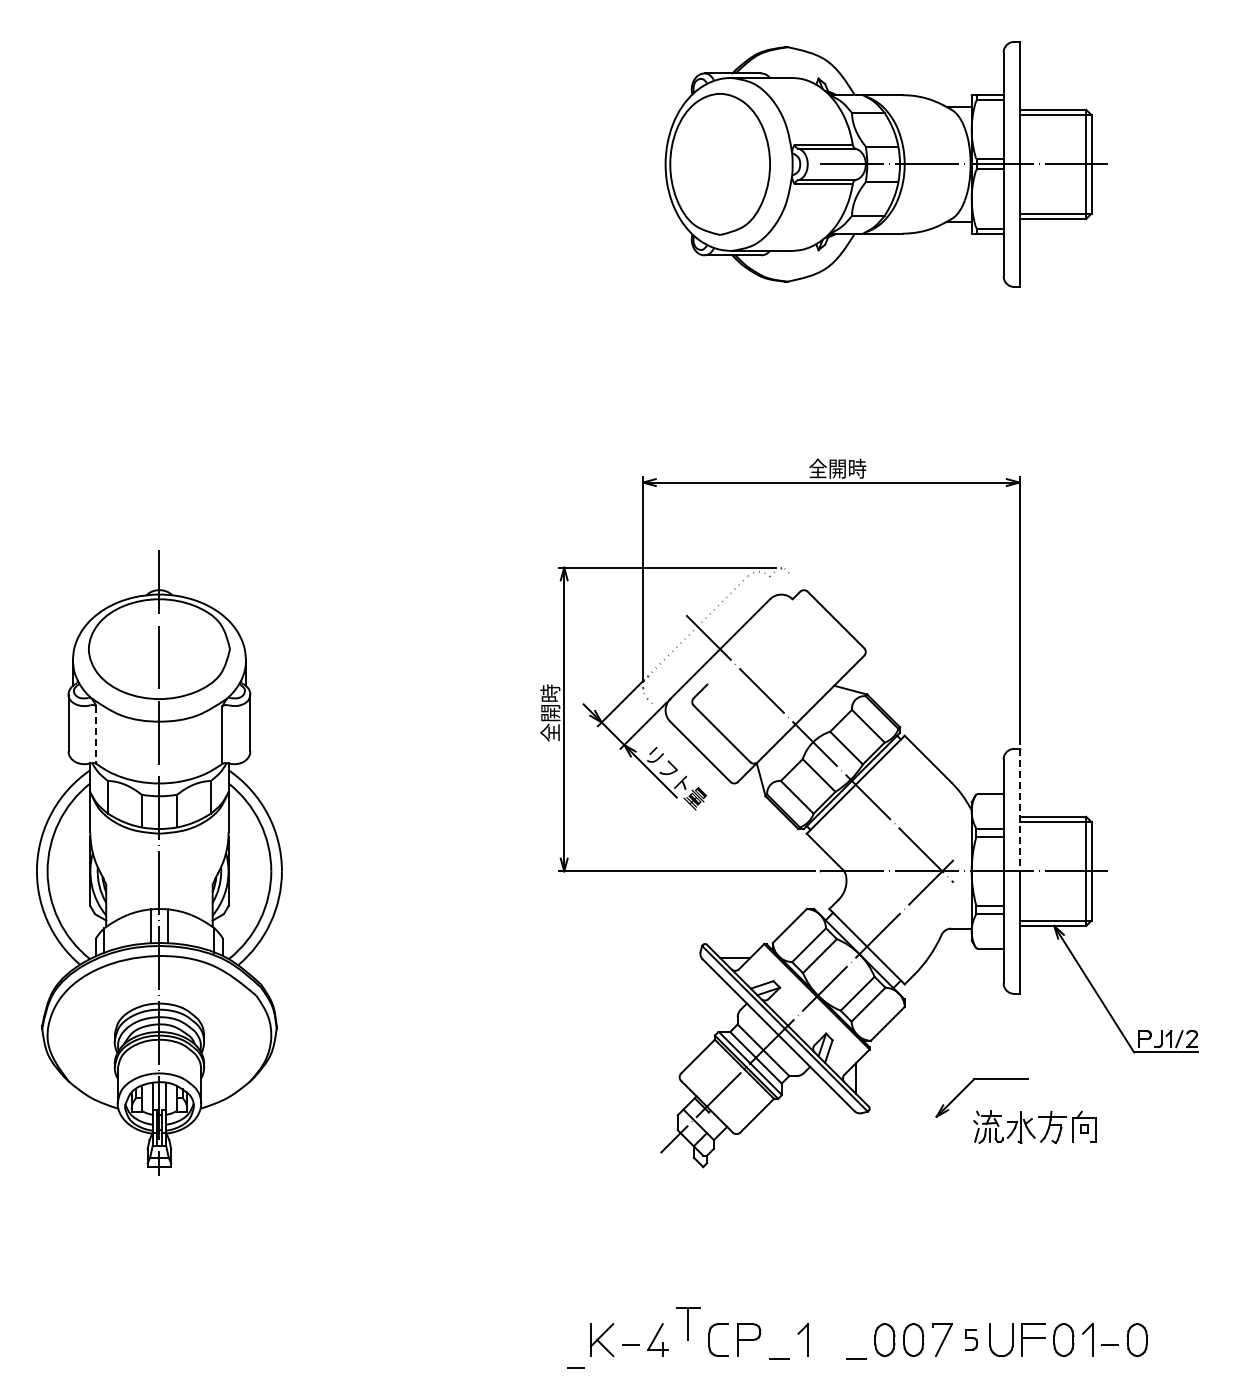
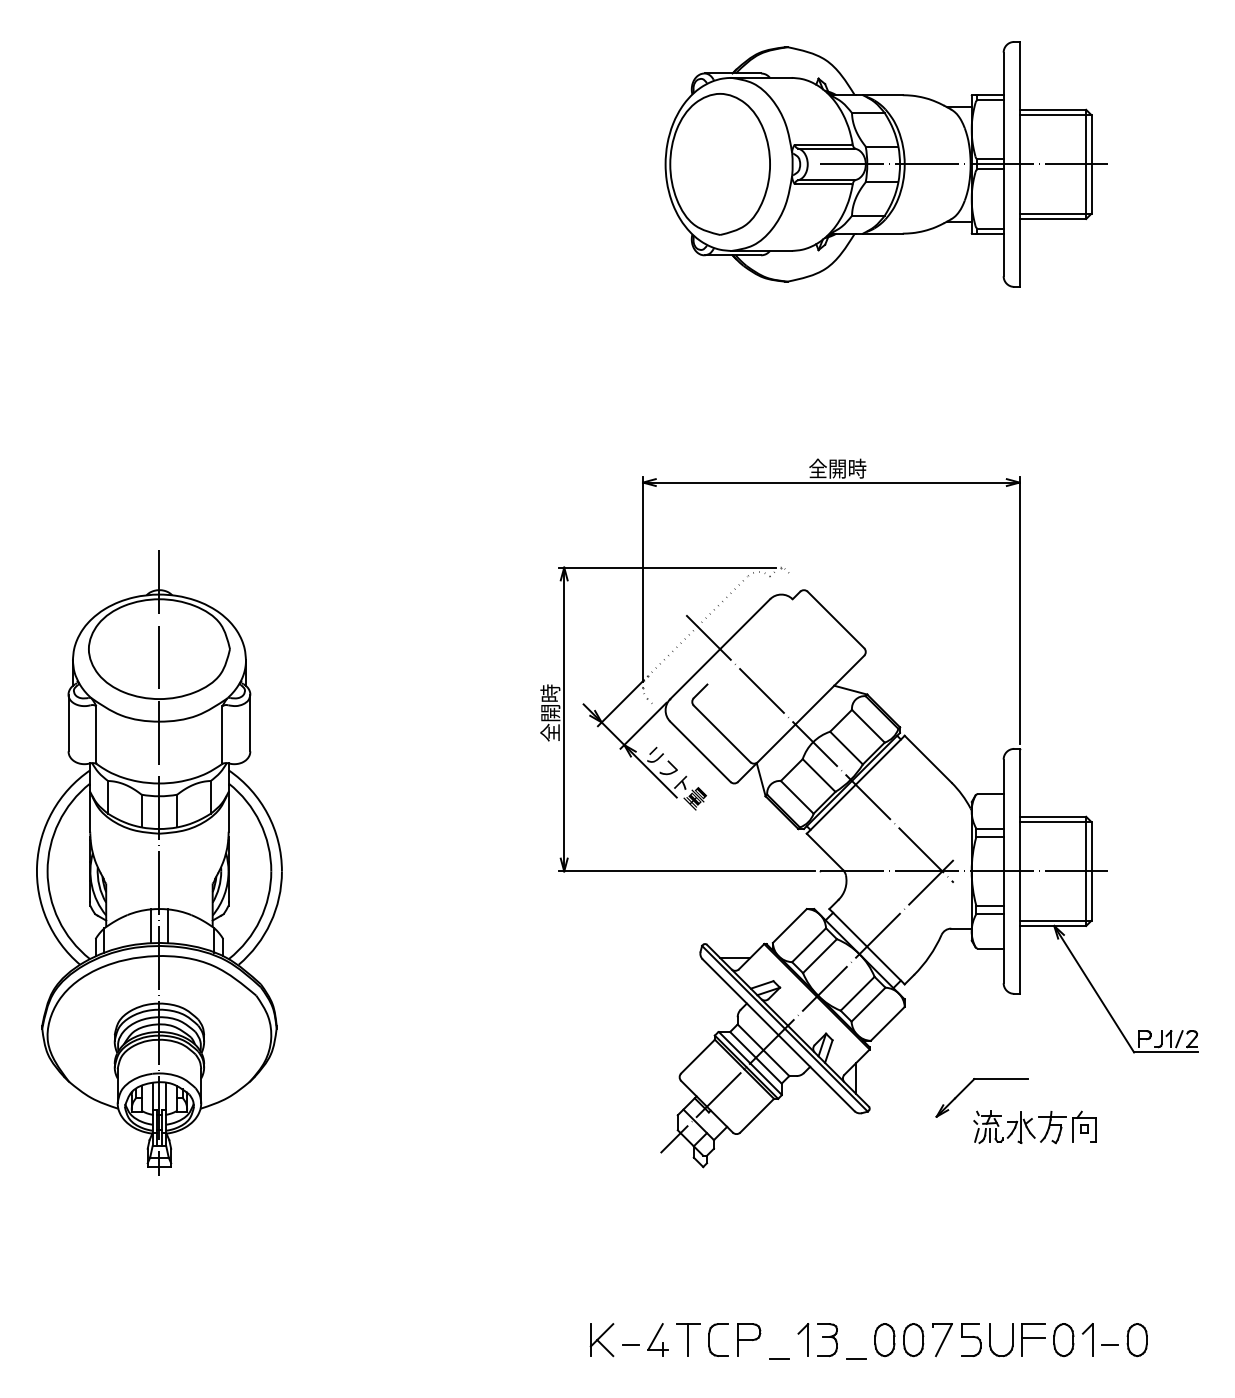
line at (96, 734): dashed -> solid
line at (1019, 810): dashed -> solid
part at (688, 1323) position: (688, 1323) -> (688, 1339)
part at (971, 1339) size: 13x22 px -> 21x34 px
part at (827, 1340): none -> present
line at (575, 1367): present -> none
